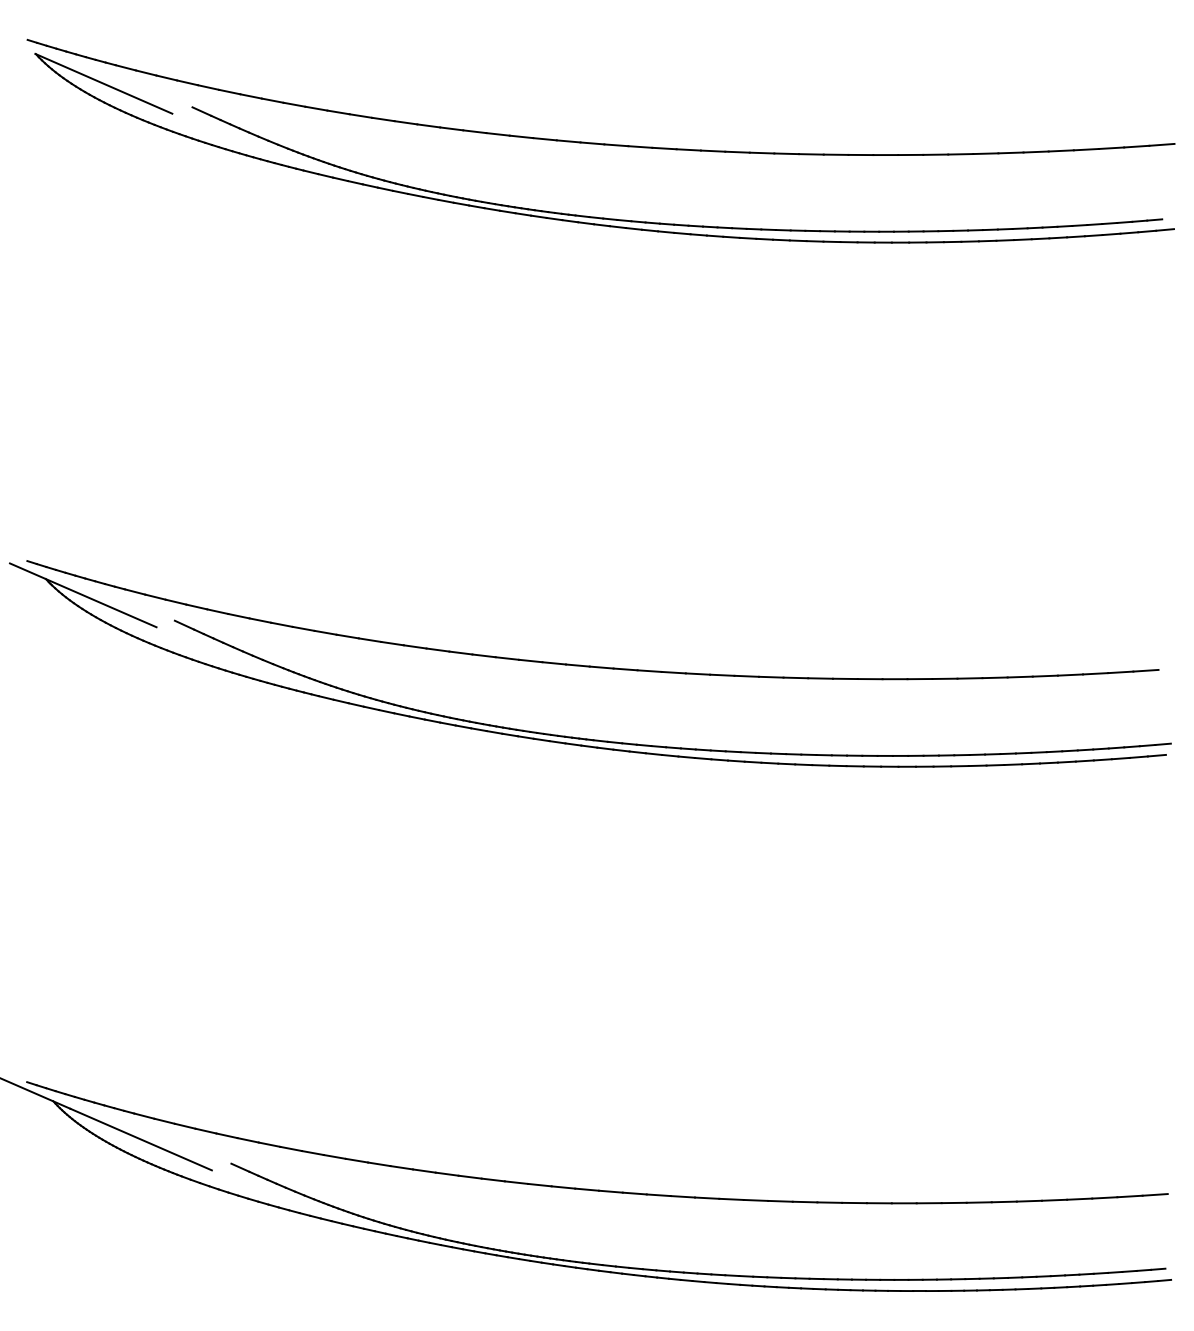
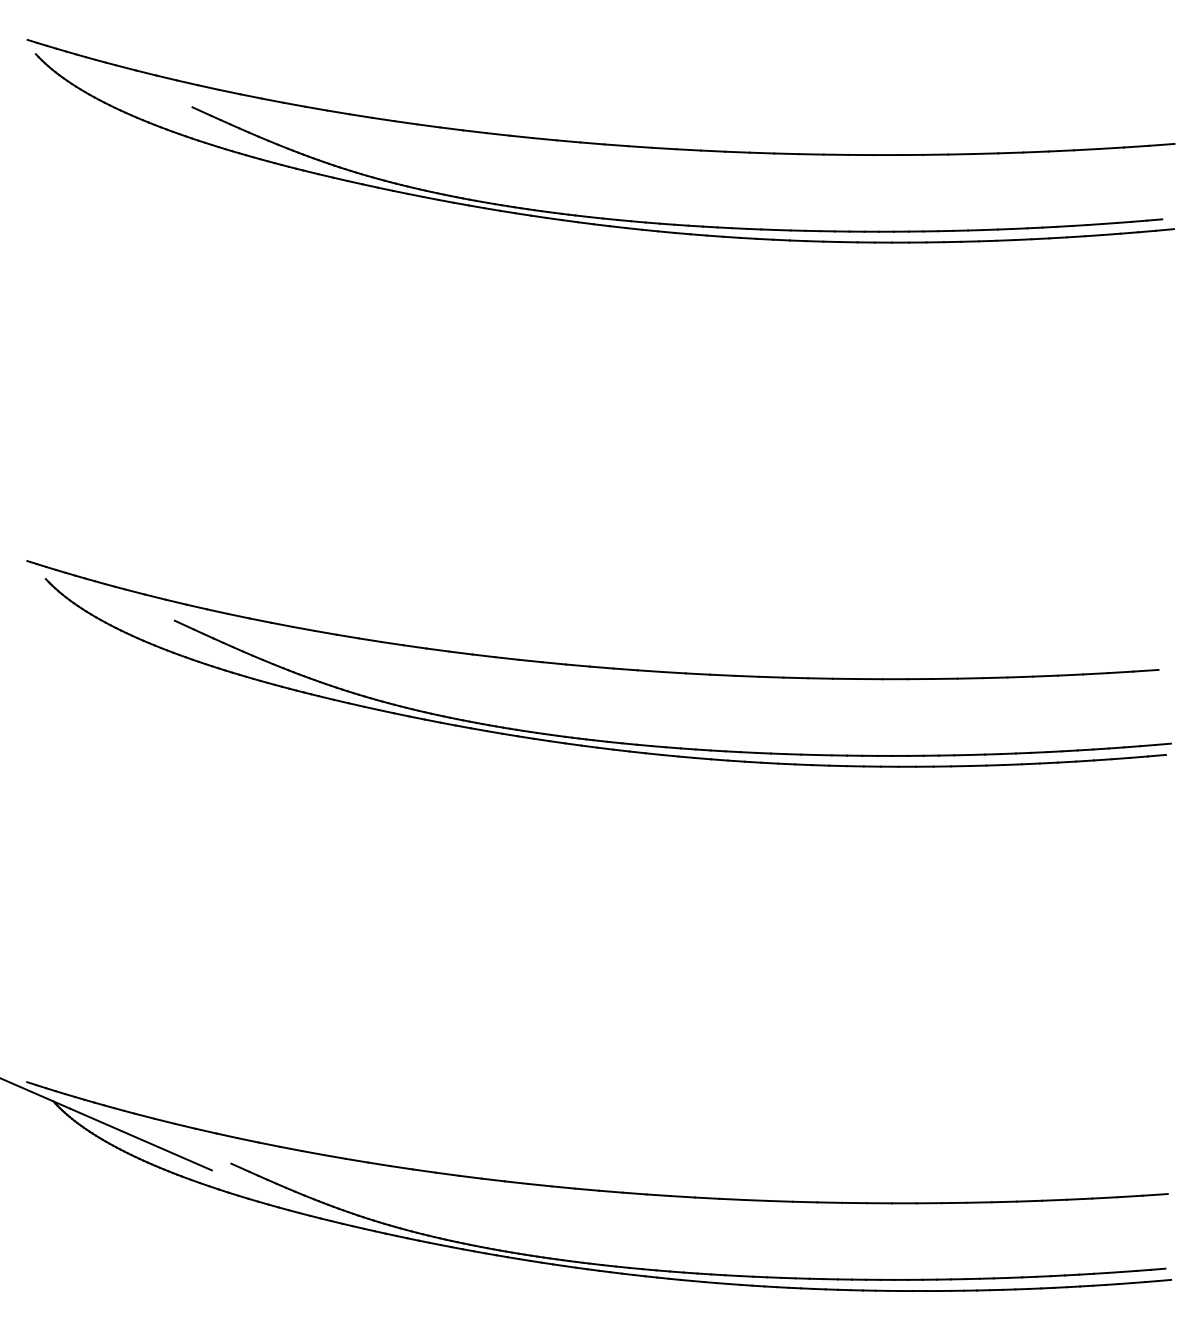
line at (103, 83): present -> none
line at (82, 595): present -> none
